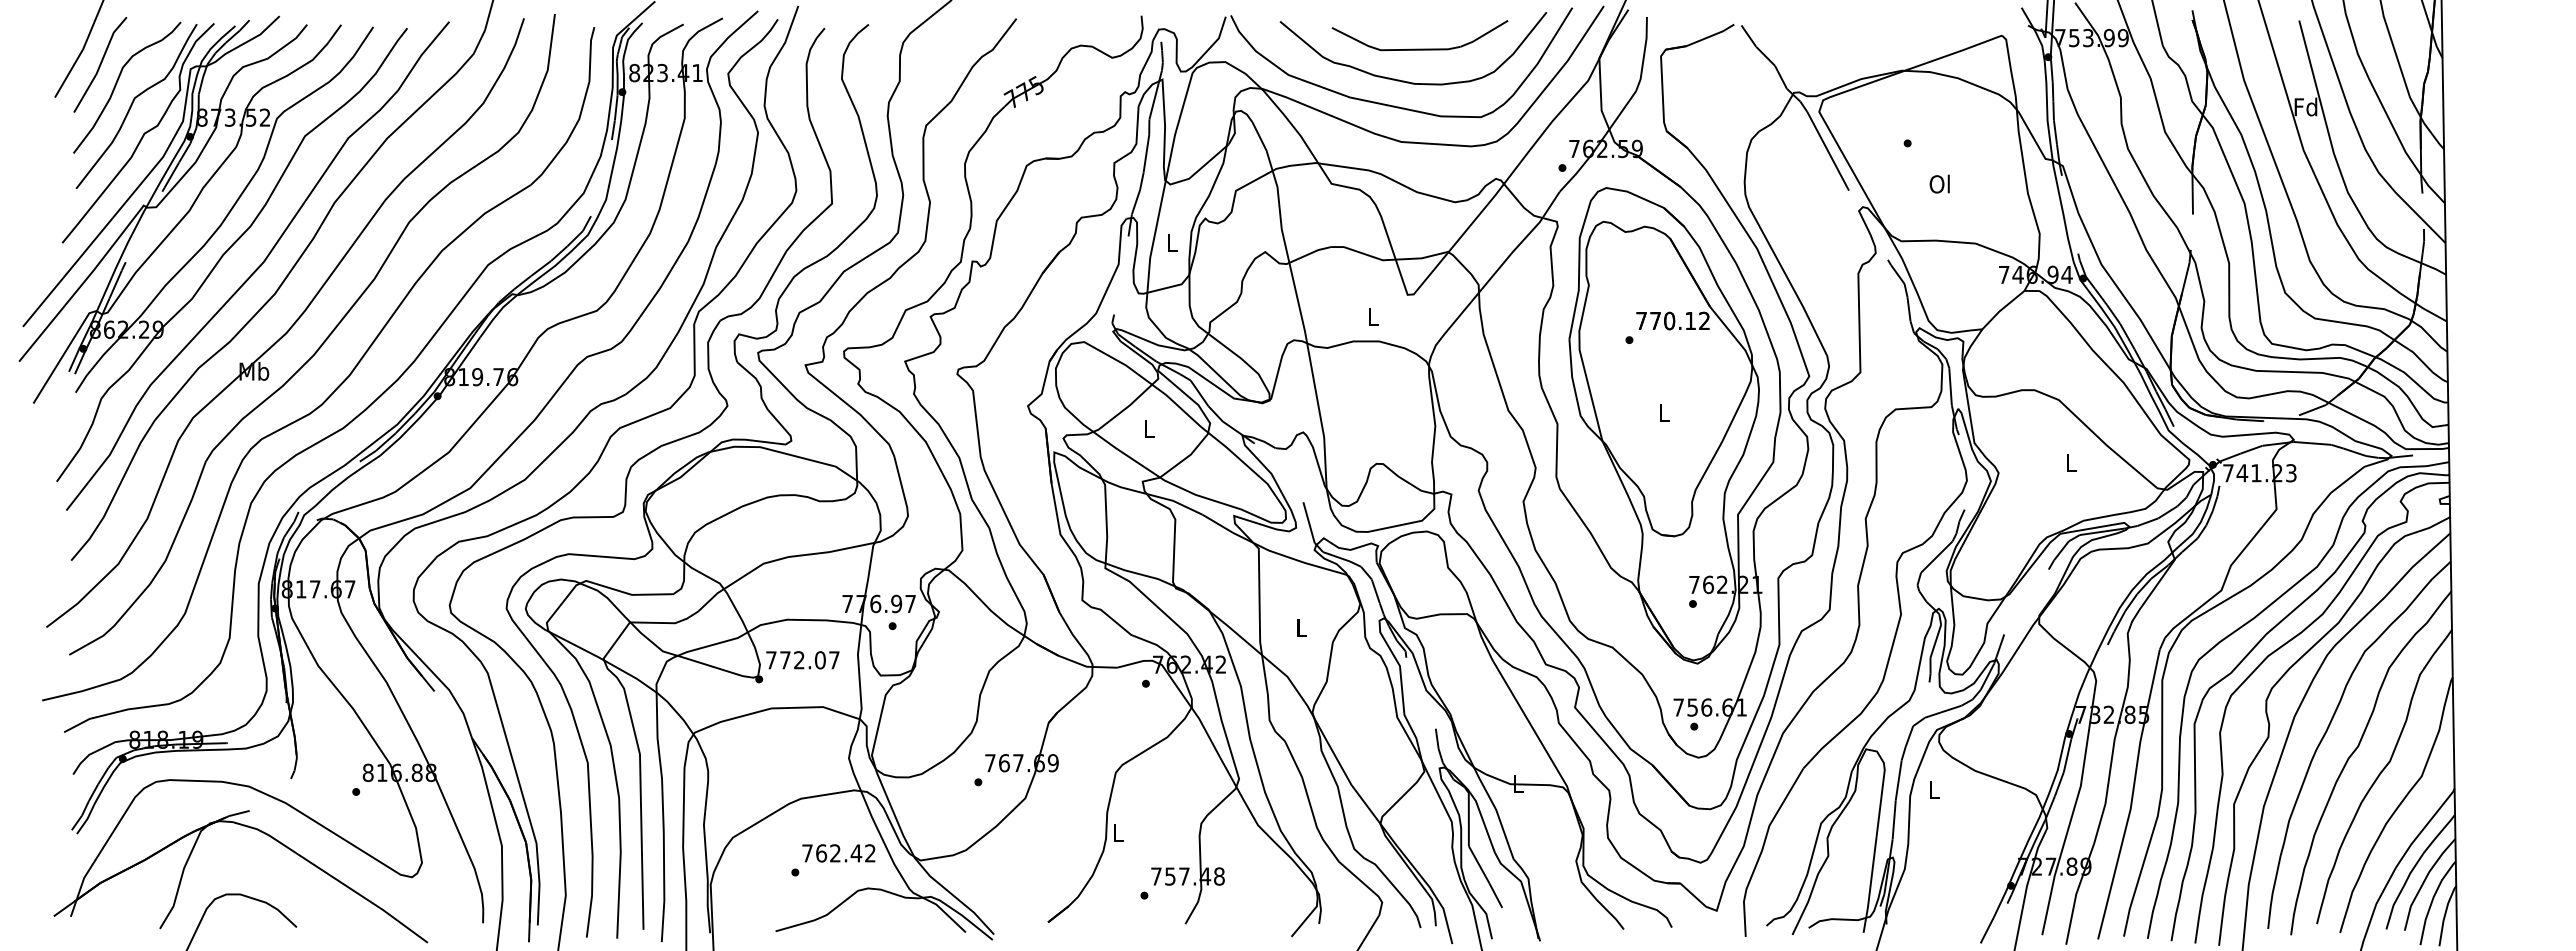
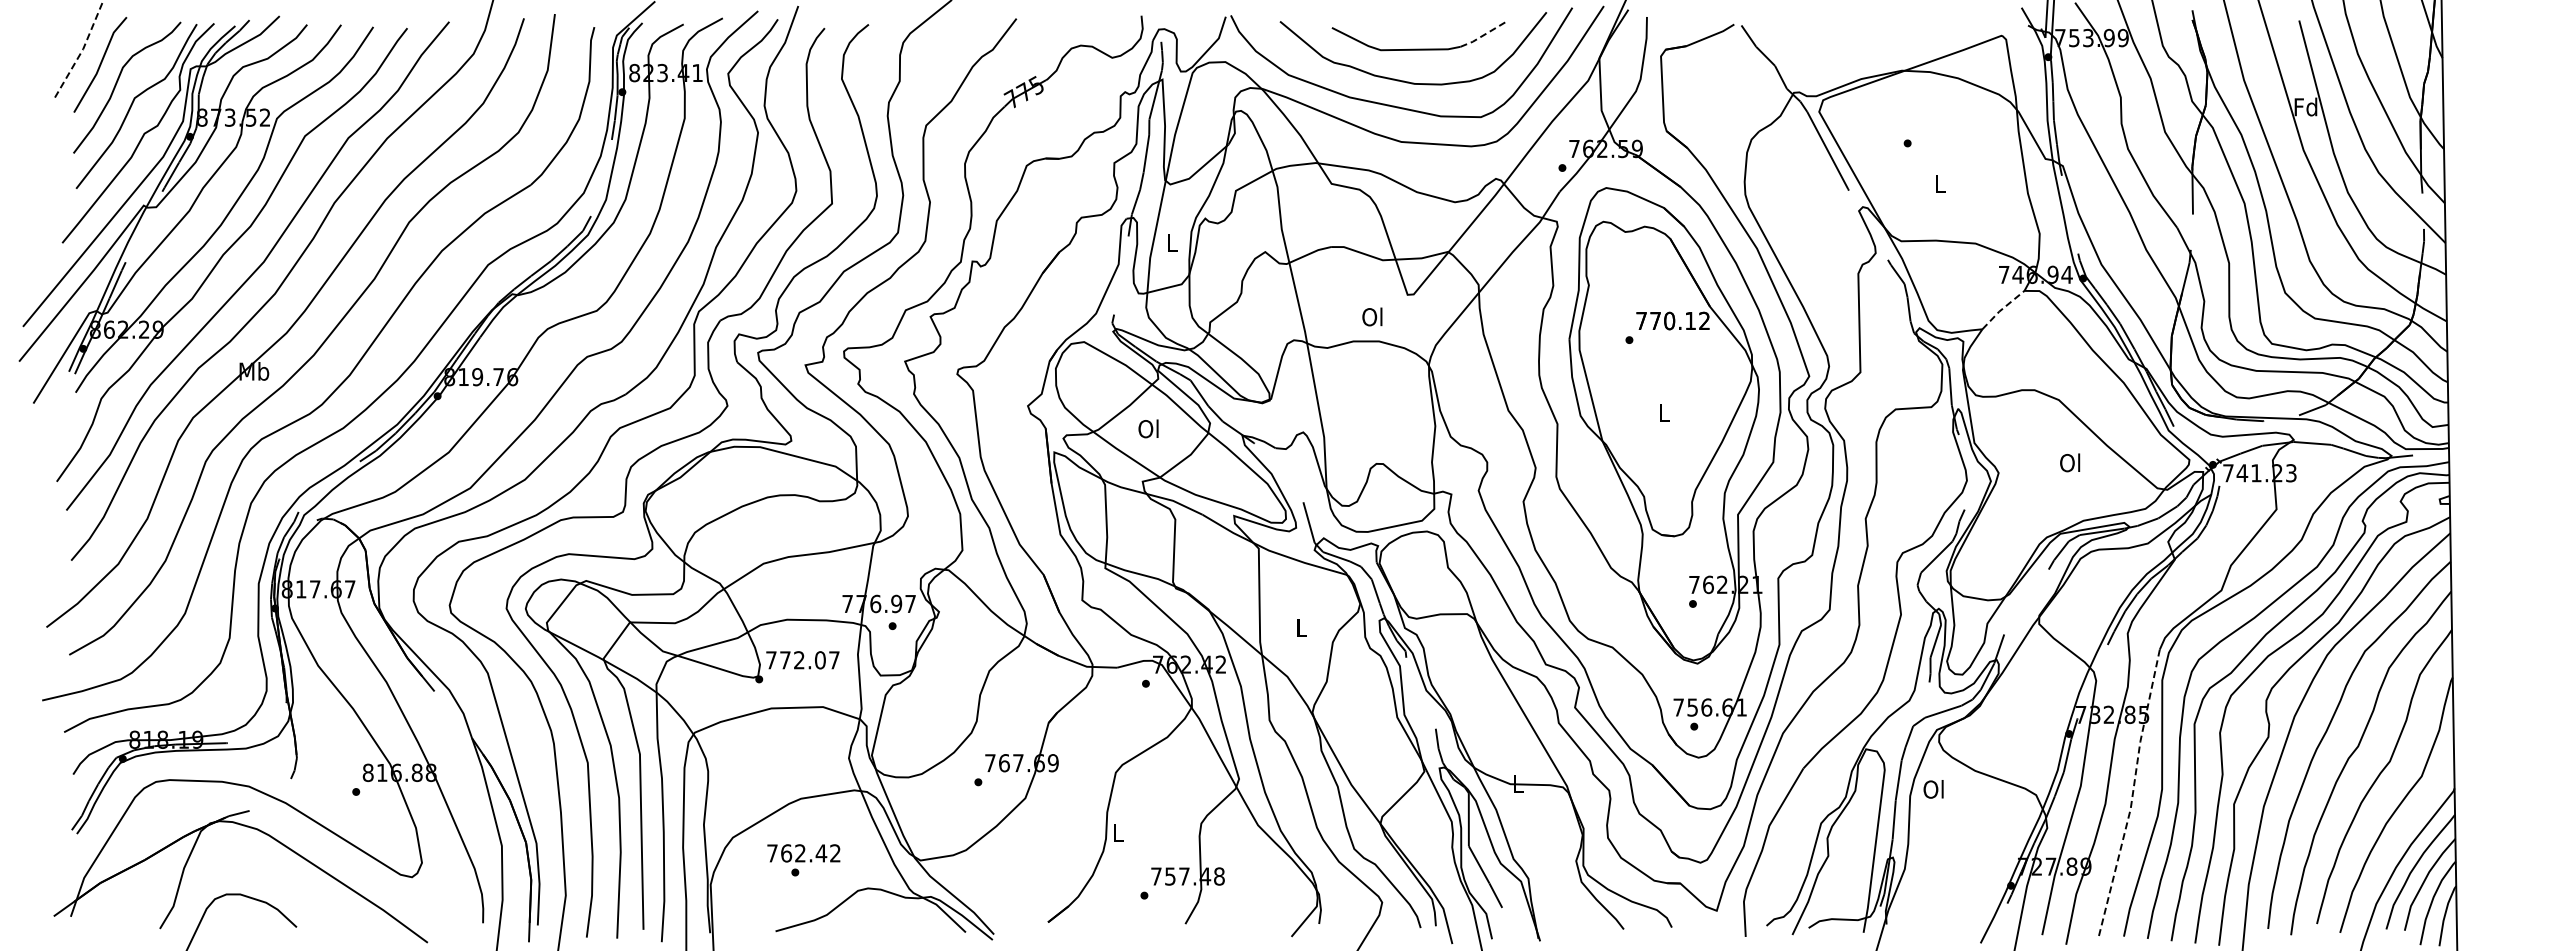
line at (1484, 34): solid -> dashed
line at (83, 49): solid -> dashed
text at (1939, 183): Ol -> L
line at (2002, 309): solid -> dashed
text at (1372, 316): L -> Ol
text at (1148, 428): L -> Ol
text at (2070, 462): L -> Ol
text at (1933, 789): L -> Ol
line at (2132, 795): solid -> dashed
text at (838, 853) position: (838, 853) -> (803, 853)
